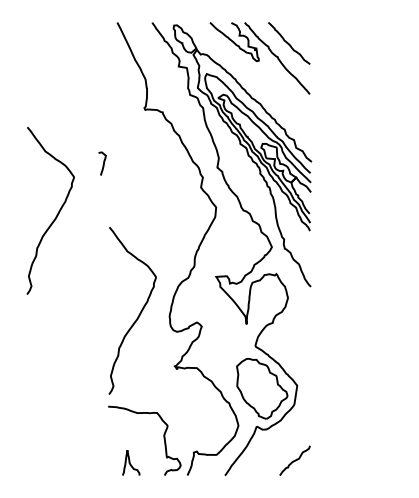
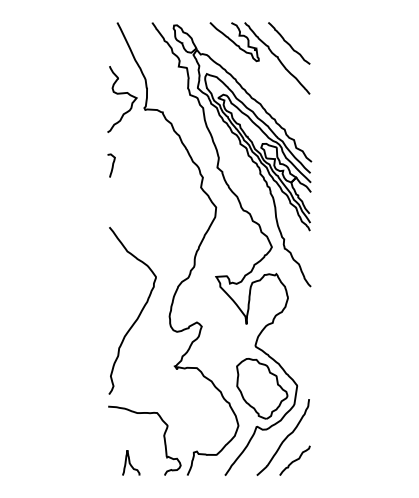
curve at (122, 94): none -> present
curve at (103, 163) position: (103, 163) -> (112, 165)
curve at (56, 214): present -> none
curve at (284, 438): none -> present
